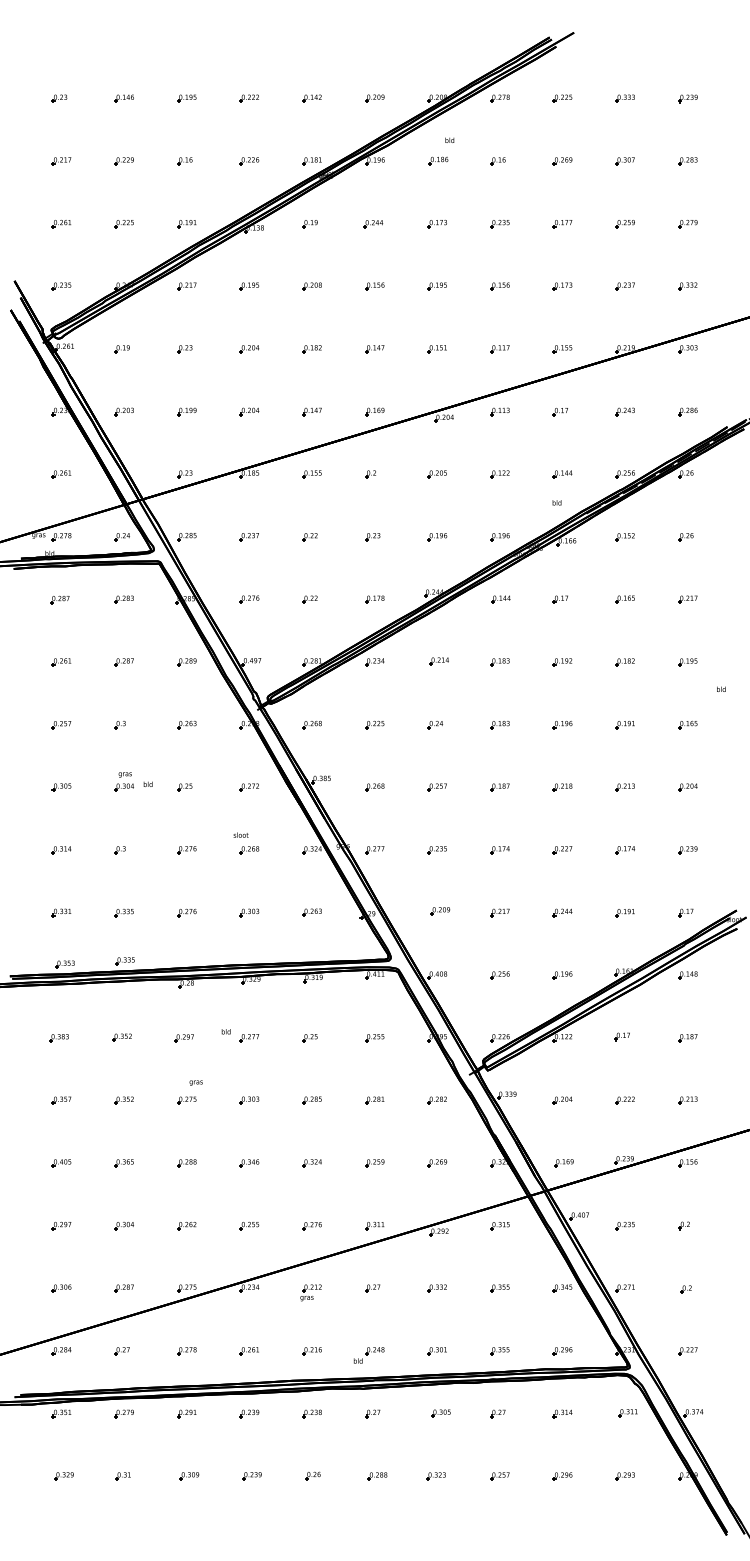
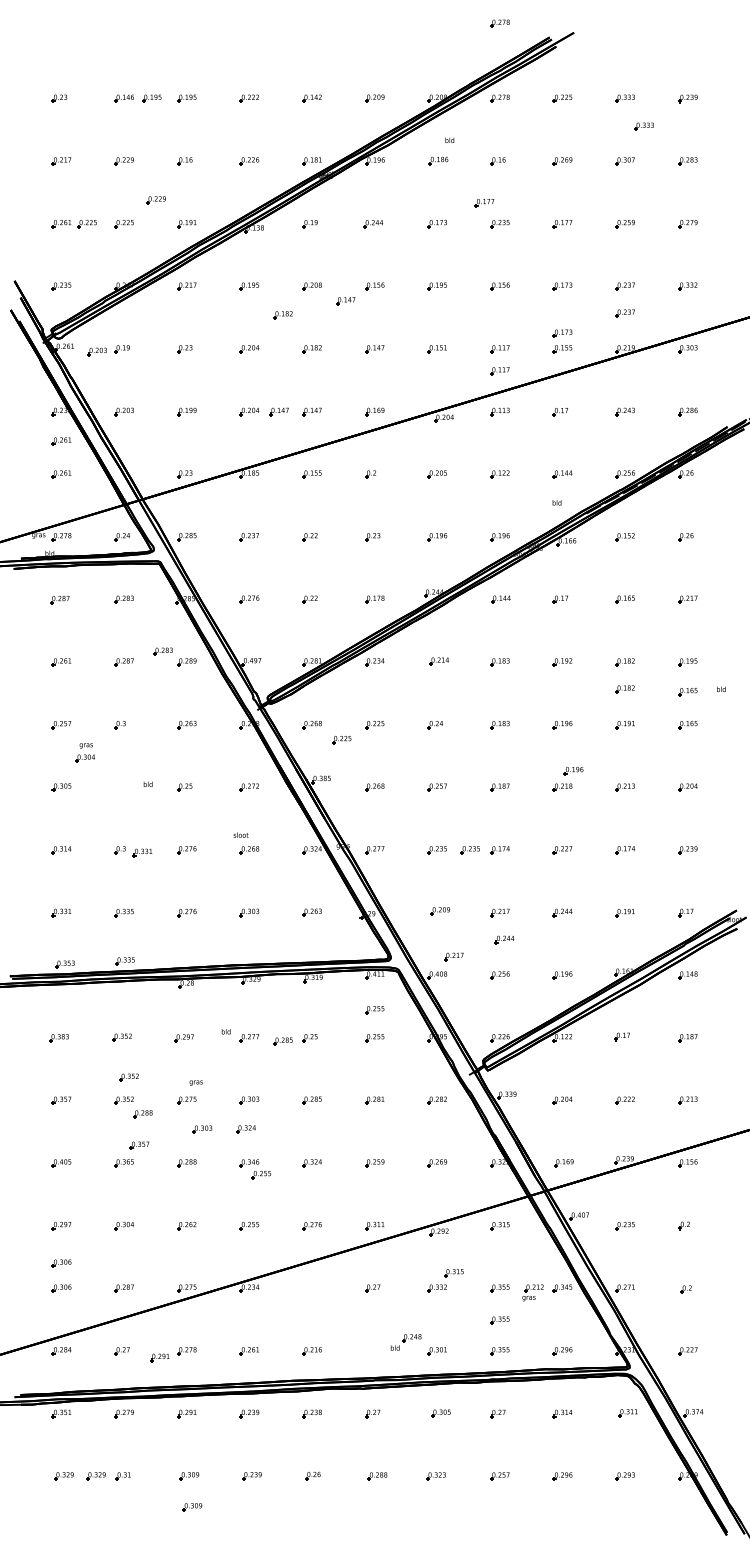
part at (499, 23): none -> present
part at (151, 98): none -> present
part at (643, 126): none -> present
part at (155, 200): none -> present
part at (484, 203): none -> present
part at (86, 224): none -> present
part at (345, 301): none -> present
part at (624, 313): none -> present
part at (282, 315): none -> present
part at (562, 333): none -> present
part at (96, 351): none -> present
part at (499, 371): none -> present
part at (278, 411): none -> present
part at (61, 441): none -> present
part at (162, 651): none -> present
part at (624, 689): none -> present
part at (687, 692): none -> present
part at (341, 739): none -> present
part at (573, 771): none -> present
part at (123, 781) position: (123, 781) -> (84, 752)
part at (469, 850): none -> present
part at (142, 852): none -> present
part at (504, 939): none -> present
part at (453, 956): none -> present
part at (374, 1010): none -> present
part at (282, 1041): none -> present
part at (128, 1077): none -> present
part at (142, 1114): none -> present
part at (202, 1129): none -> present
part at (245, 1129): none -> present
part at (139, 1145): none -> present
part at (261, 1175): none -> present
part at (61, 1263): none -> present
part at (453, 1273): none -> present
part at (310, 1292) position: (310, 1292) -> (532, 1292)
part at (499, 1320): none -> present
part at (368, 1355) position: (368, 1355) -> (405, 1342)
part at (159, 1357): none -> present
part at (95, 1476): none -> present
part at (192, 1507): none -> present
